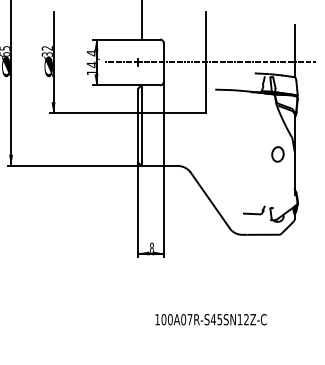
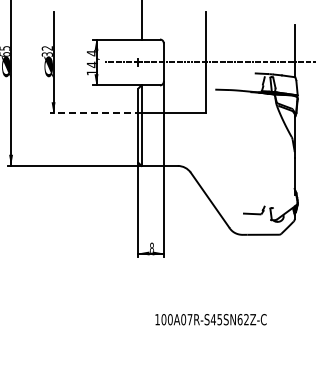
line at (95, 113): solid -> dashed
part at (277, 154): present -> none
text at (239, 319): 100A07R-S45SN12Z-C -> 100A07R-S45SN62Z-C
